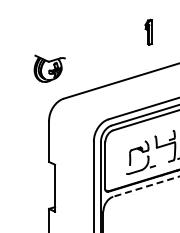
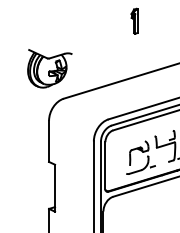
part at (148, 31) position: (148, 31) -> (134, 20)
part at (49, 68) size: 33x29 px -> 46x40 px
line at (146, 186): dashed -> solid
